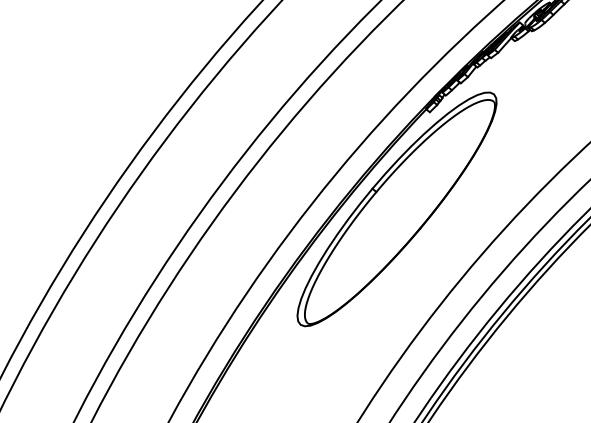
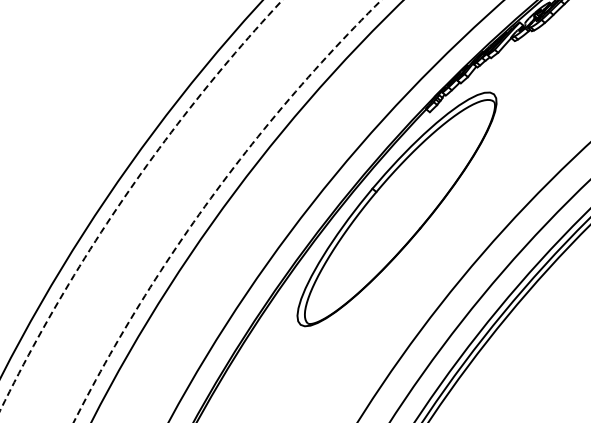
circle at (141, 205): solid -> dashed
circle at (227, 211): solid -> dashed
